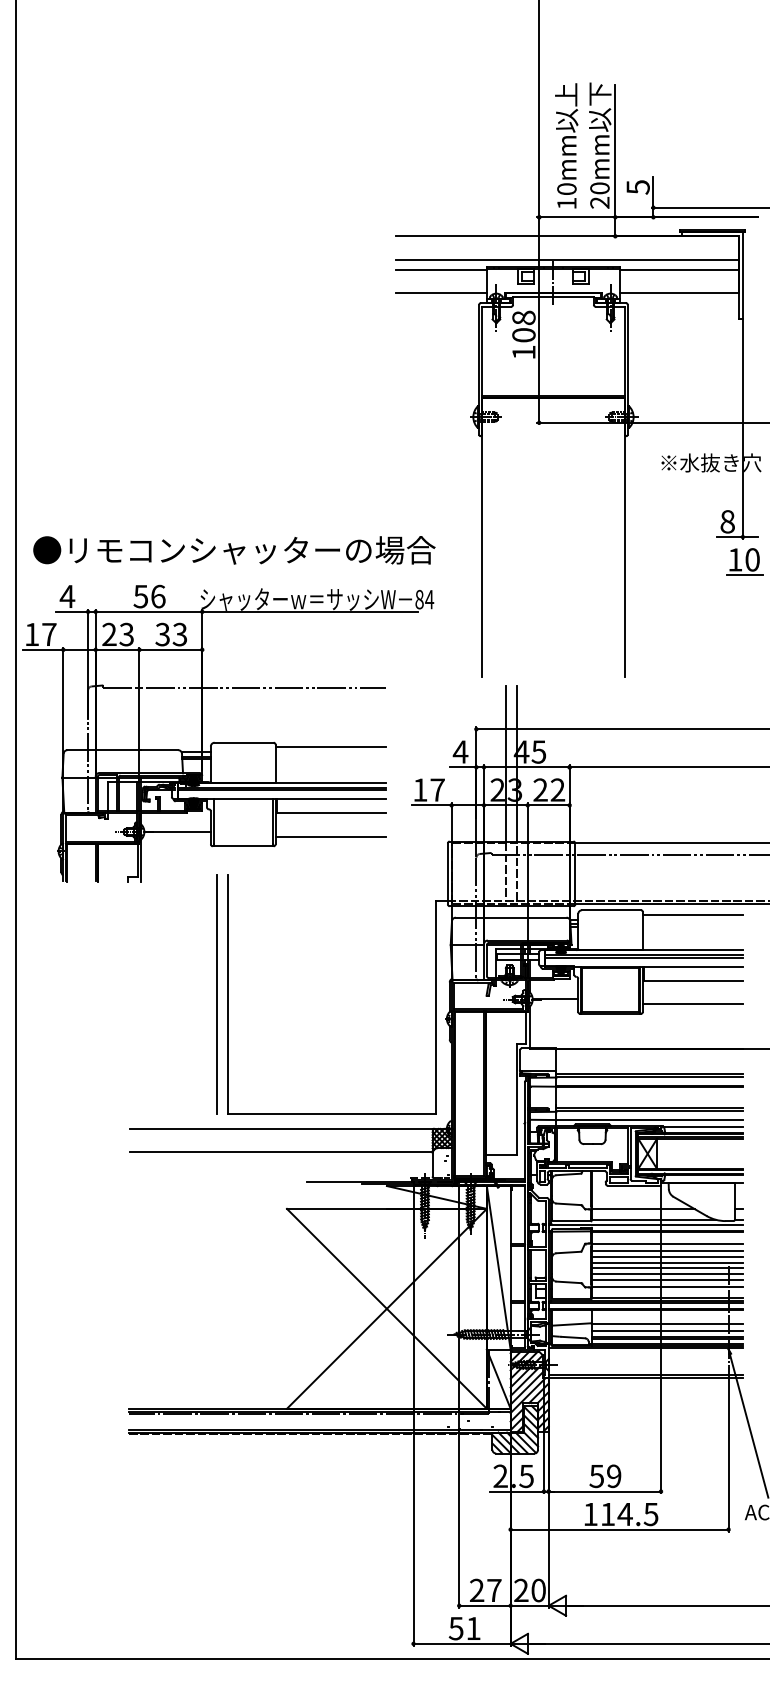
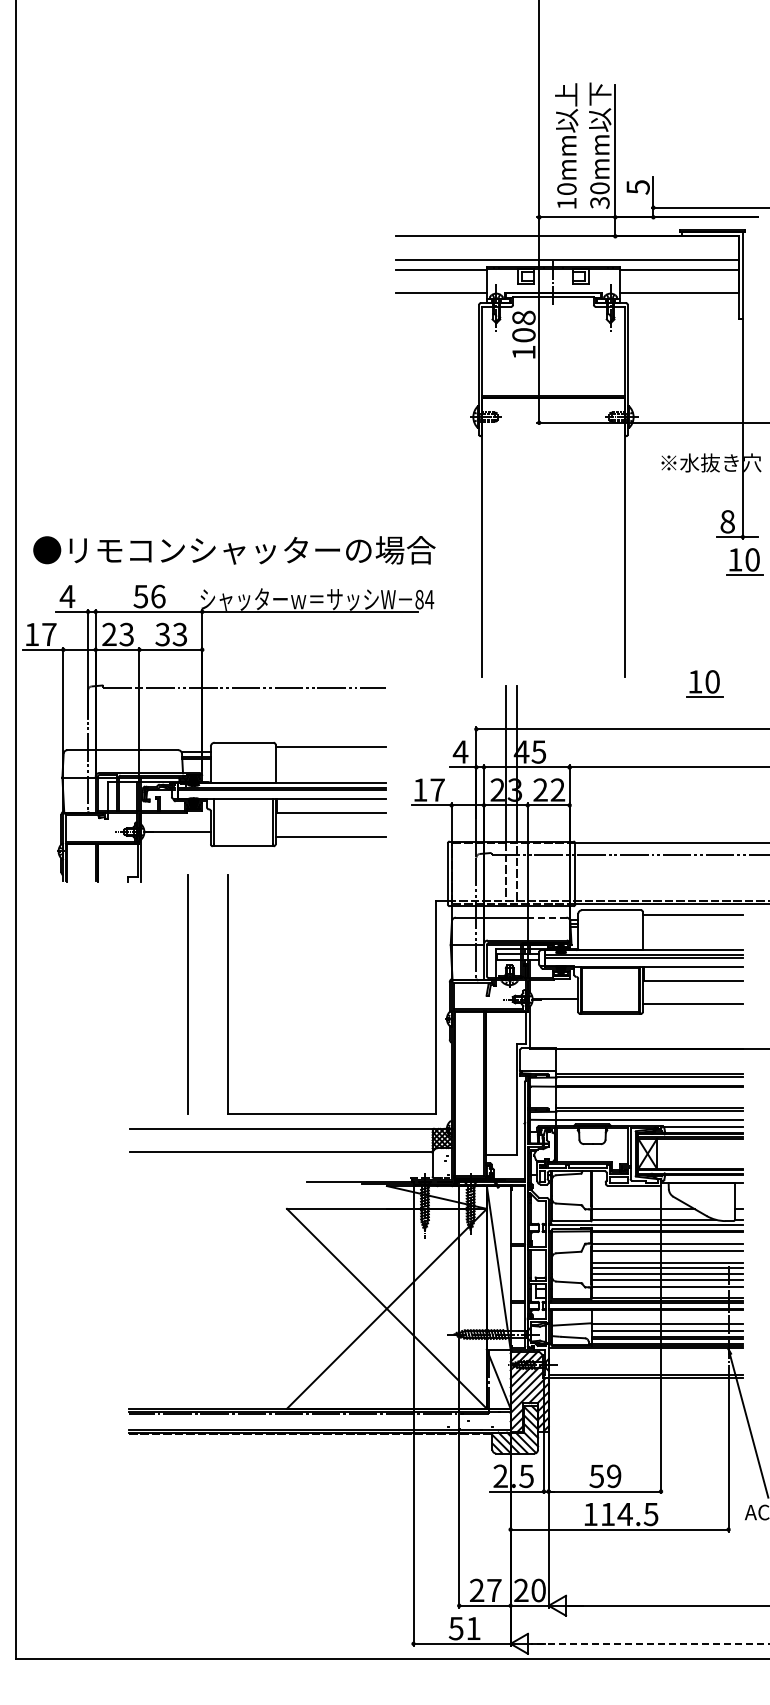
text at (599, 202): 20mm -> 30mm
part at (704, 683): none -> present
line at (547, 917): solid -> dashed
line at (216, 994) position: (216, 994) -> (187, 994)
line at (667, 1256): present -> none
line at (649, 1643): solid -> dashed
